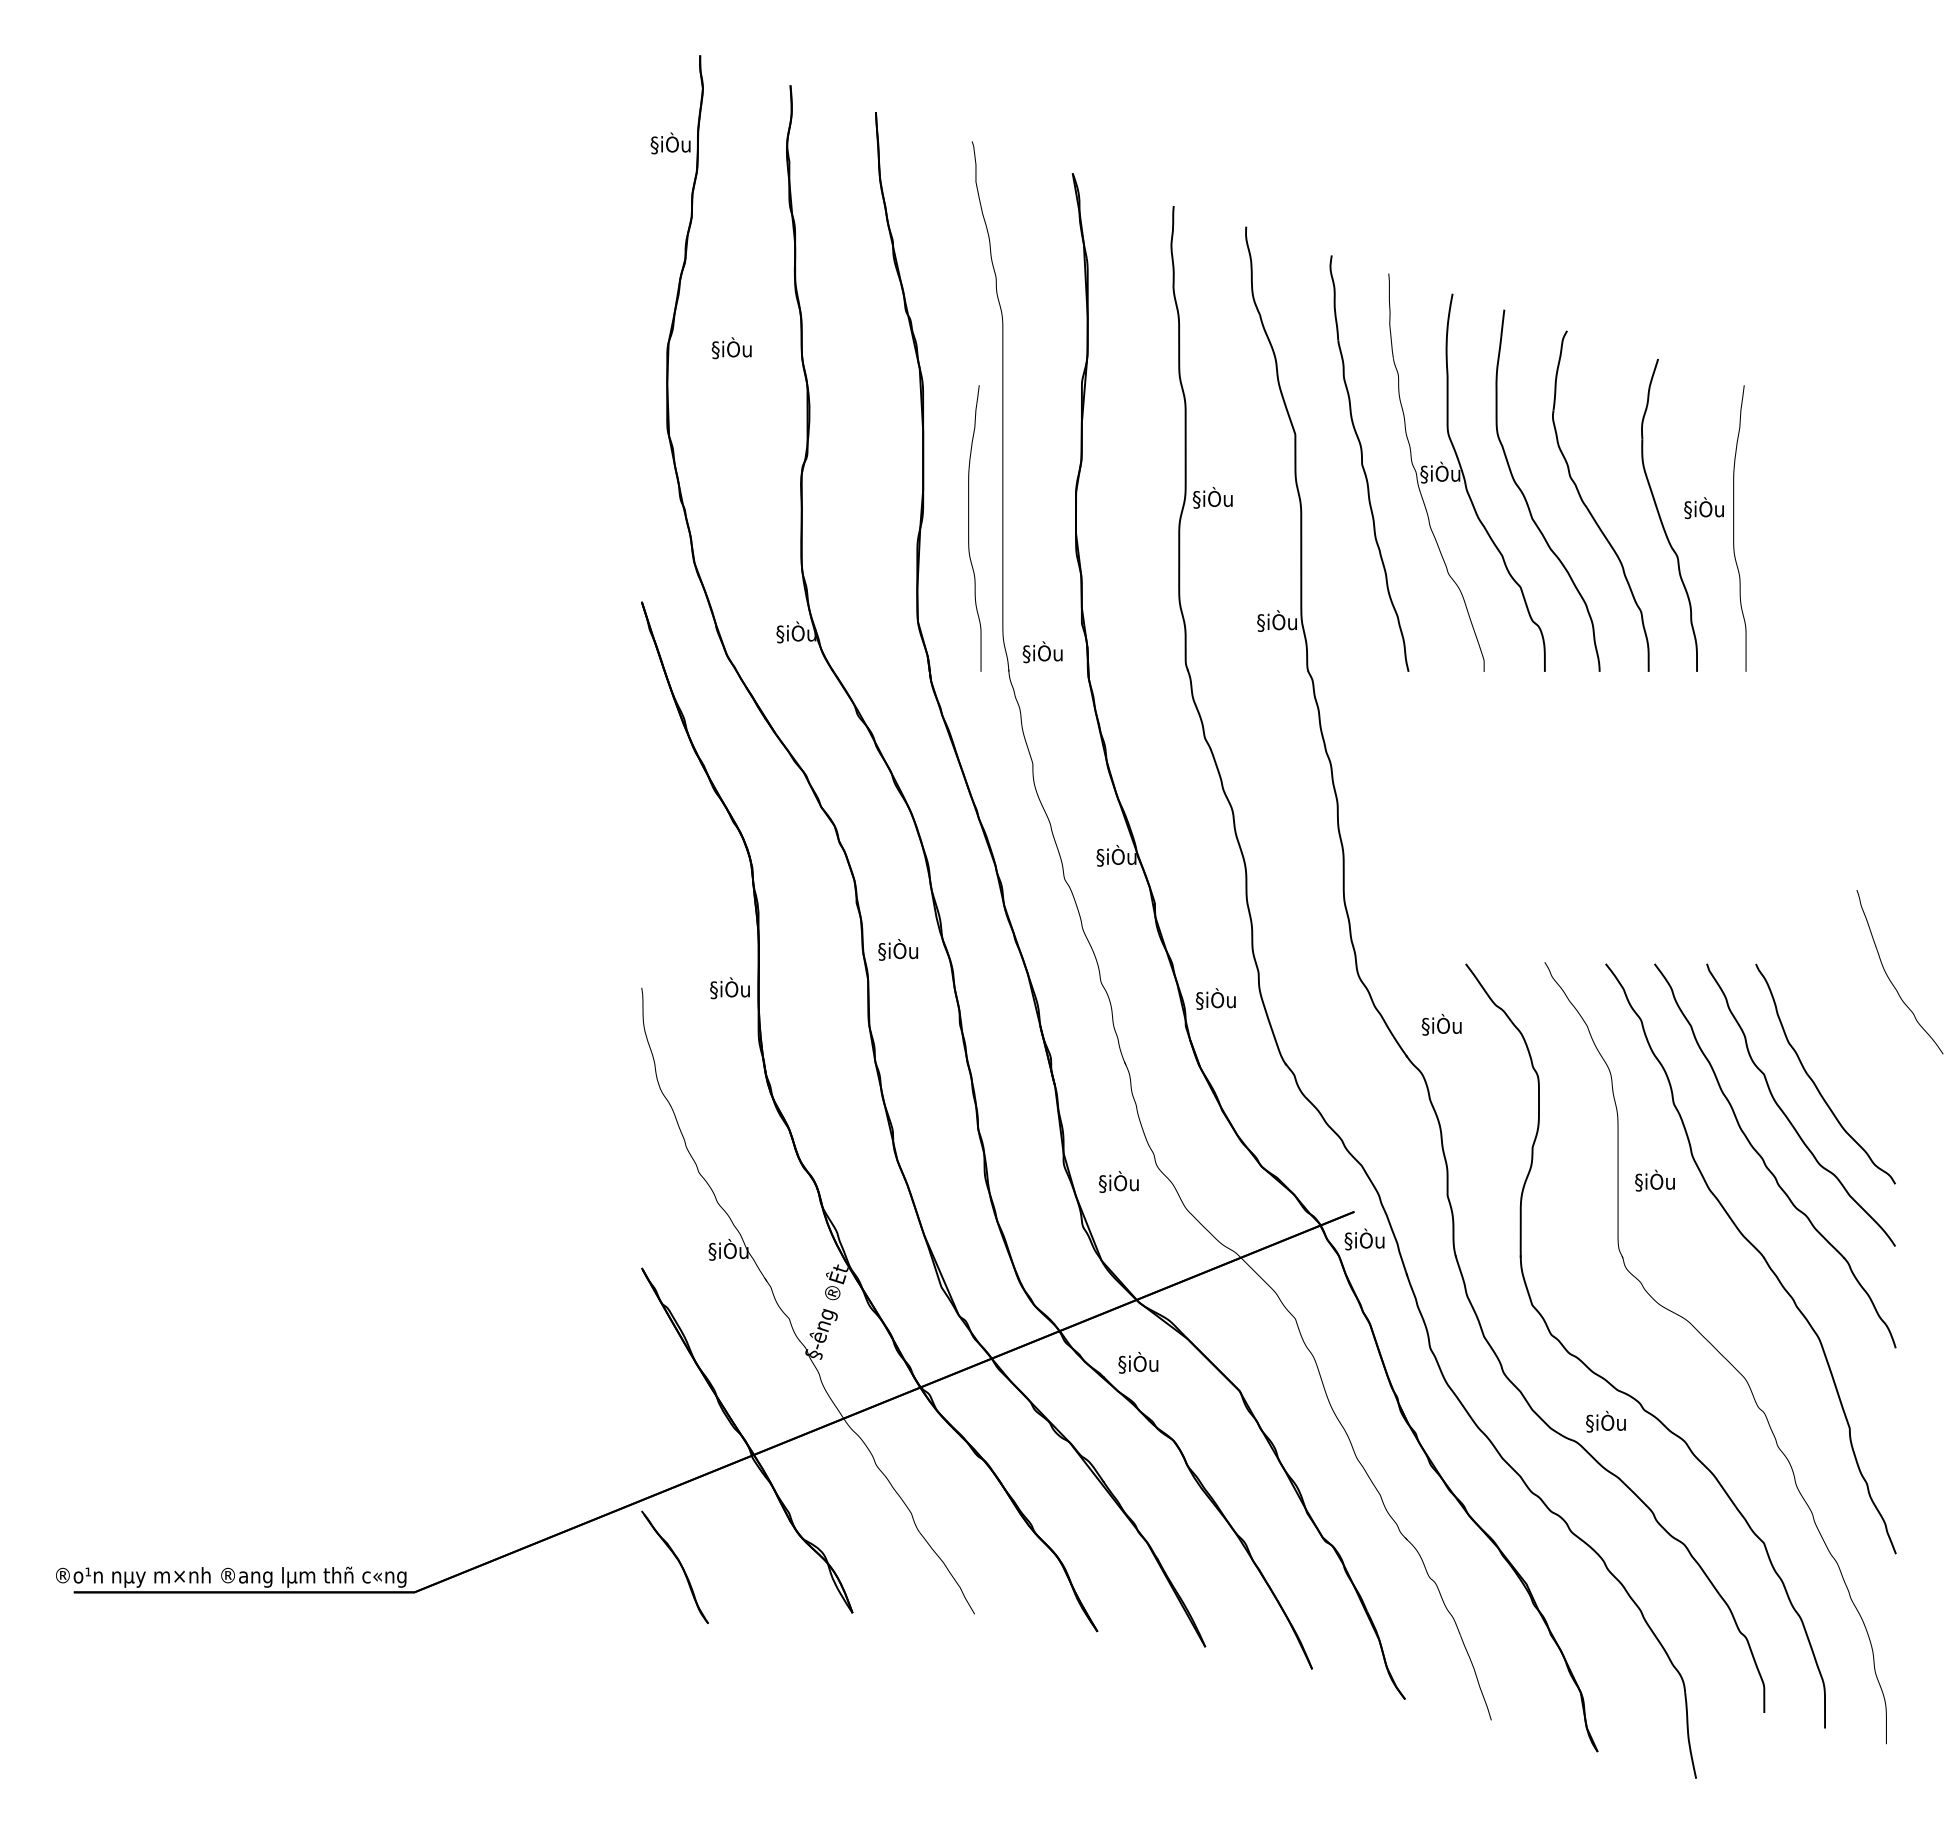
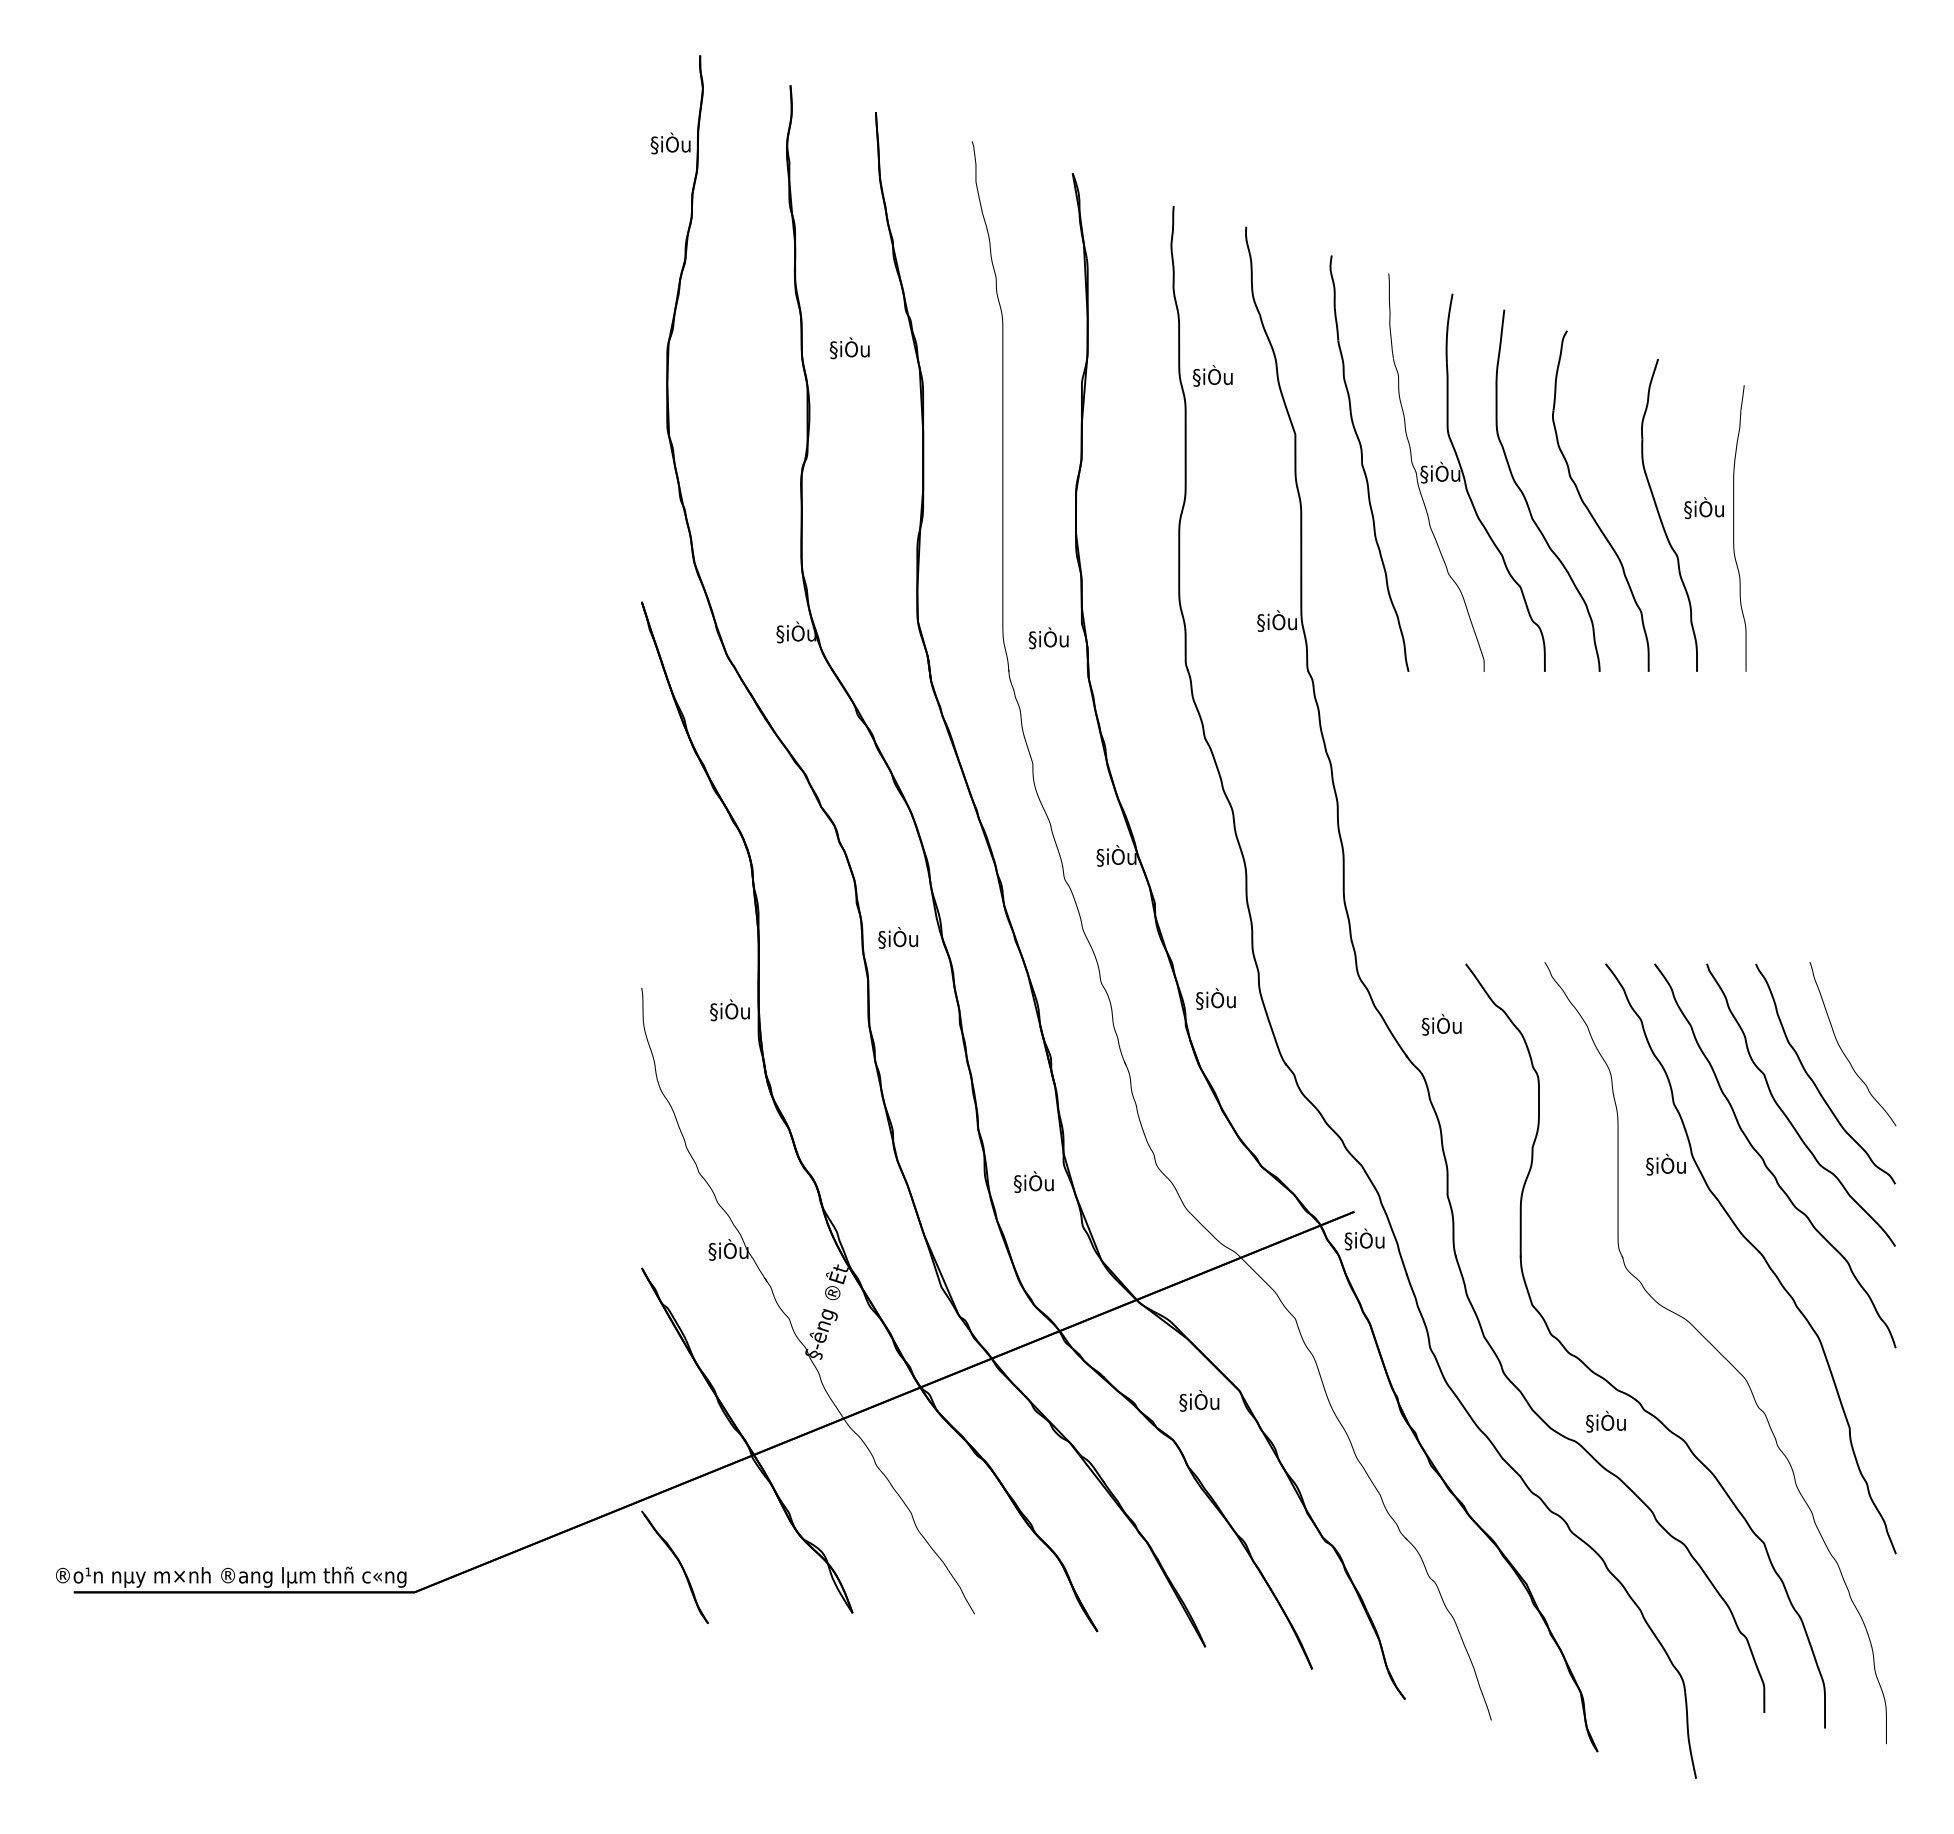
text at (731, 348) position: (731, 348) -> (849, 348)
text at (1212, 497) position: (1212, 497) -> (1212, 375)
part at (974, 528): present -> none
text at (1042, 652) position: (1042, 652) -> (1048, 638)
text at (898, 949) position: (898, 949) -> (898, 937)
curve at (1890, 979) position: (1890, 979) -> (1843, 1051)
text at (729, 988) position: (729, 988) -> (729, 1010)
text at (1654, 1180) position: (1654, 1180) -> (1665, 1164)
text at (1118, 1181) position: (1118, 1181) -> (1033, 1181)
text at (1138, 1362) position: (1138, 1362) -> (1199, 1400)
